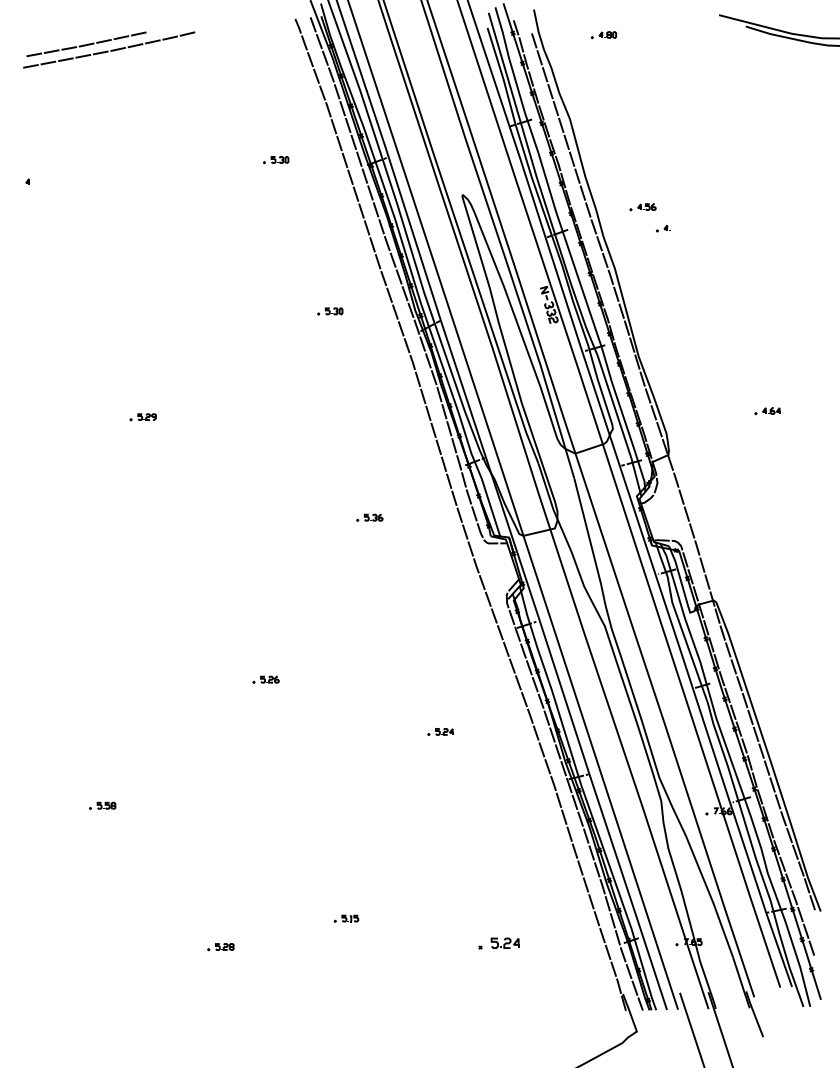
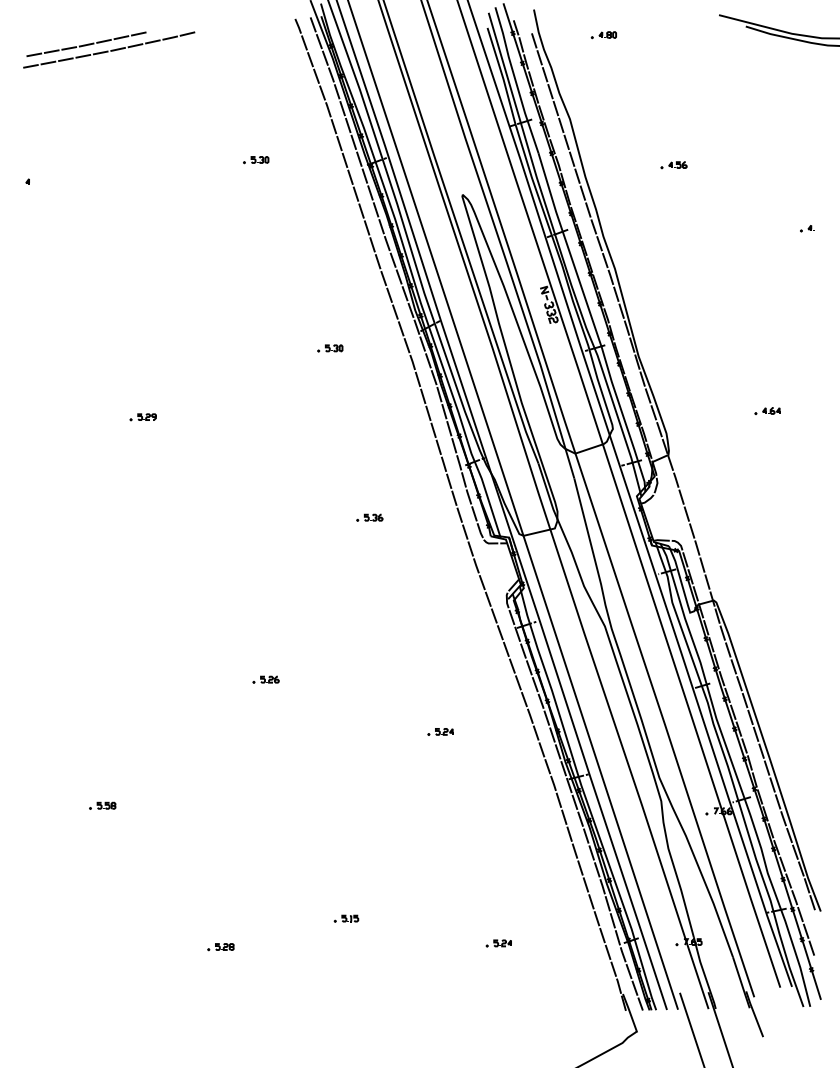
part at (276, 160) position: (276, 160) -> (256, 160)
part at (642, 207) position: (642, 207) -> (673, 165)
part at (663, 228) position: (663, 228) -> (807, 228)
part at (330, 311) position: (330, 311) -> (330, 348)
part at (498, 943) size: 42x13 px -> 27x9 px
